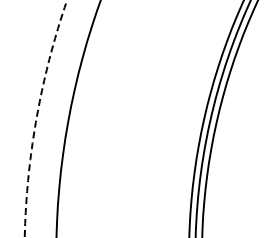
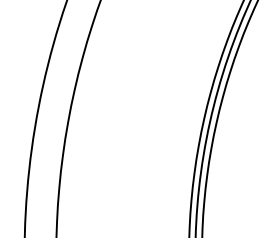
arc at (36, 118): dashed -> solid
